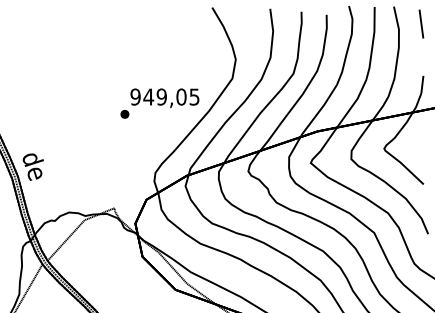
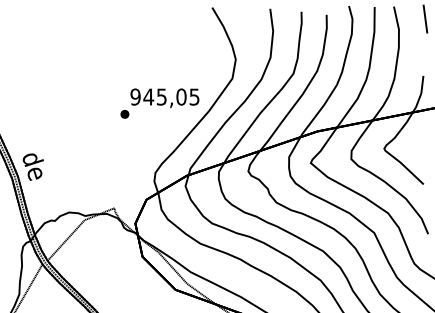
line at (421, 23) position: (421, 23) -> (425, 18)
text at (161, 96): 949,05 -> 945,05
